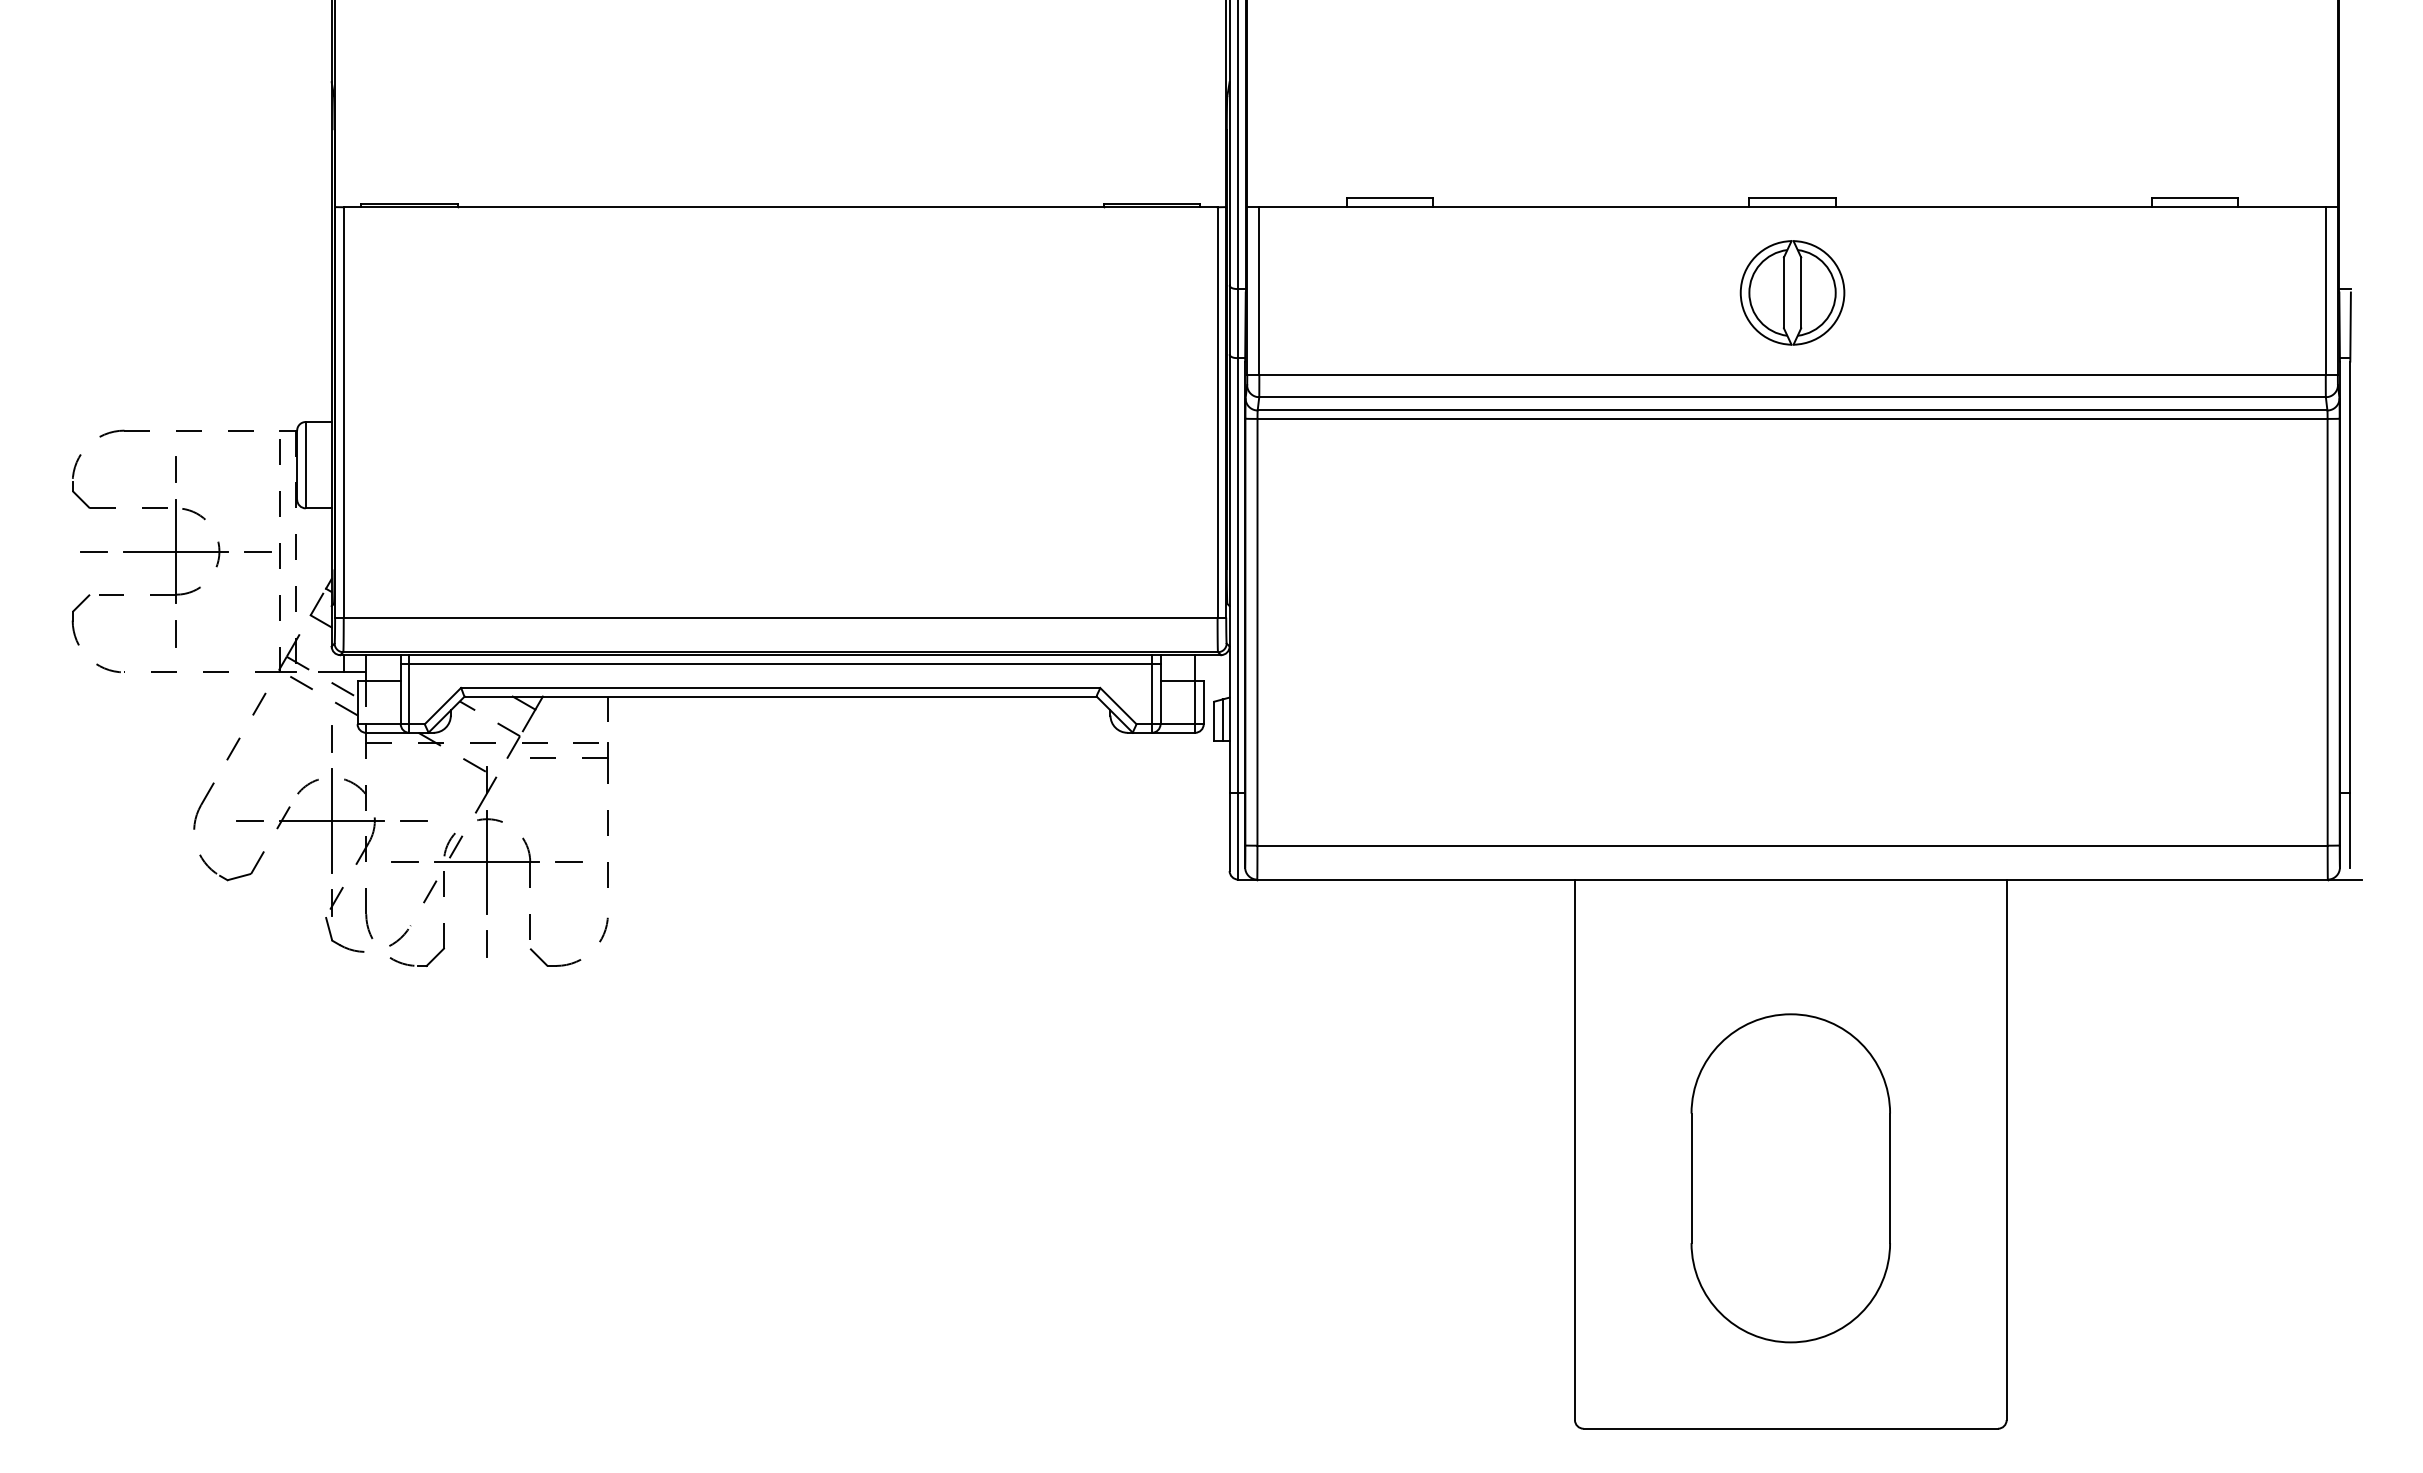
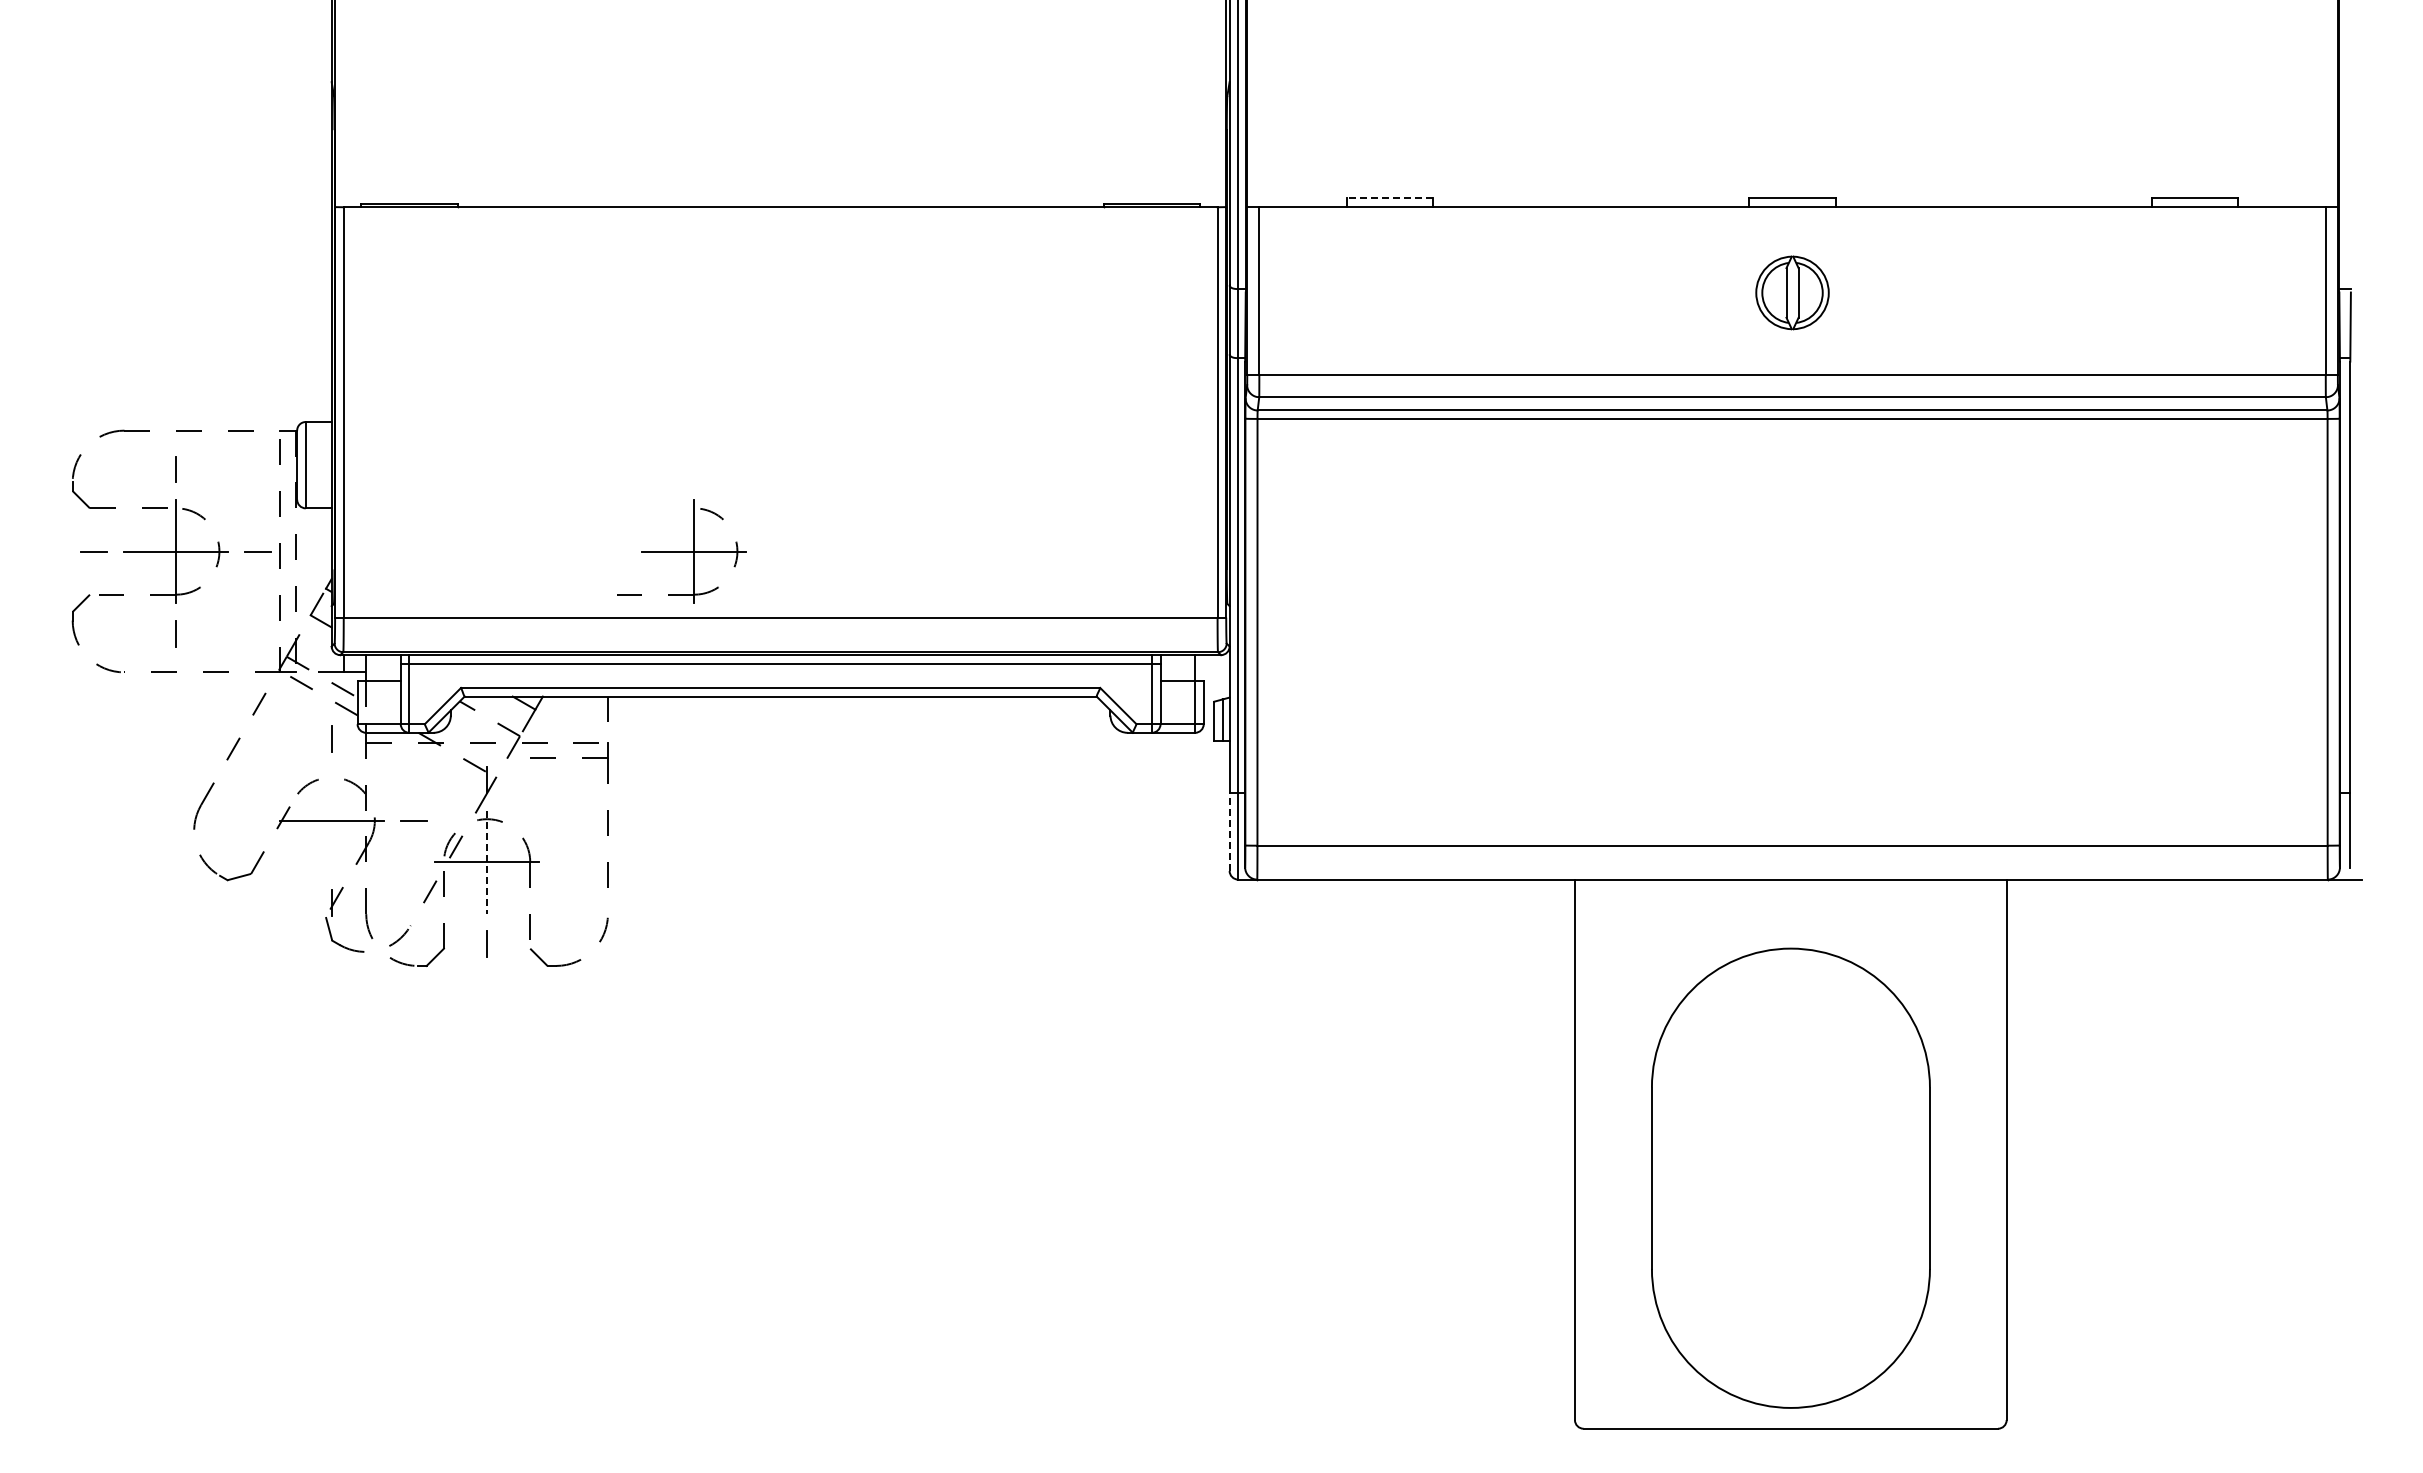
line at (1389, 197): solid -> dashed
part at (1792, 292) size: 107x106 px -> 75x76 px
part at (681, 551): none -> present
line at (249, 820): present -> none
line at (331, 820): present -> none
line at (1229, 832): solid -> dashed
line at (405, 862): present -> none
line at (487, 862): solid -> dashed
line at (569, 862): present -> none
part at (1790, 1178) size: 201x331 px -> 280x462 px
